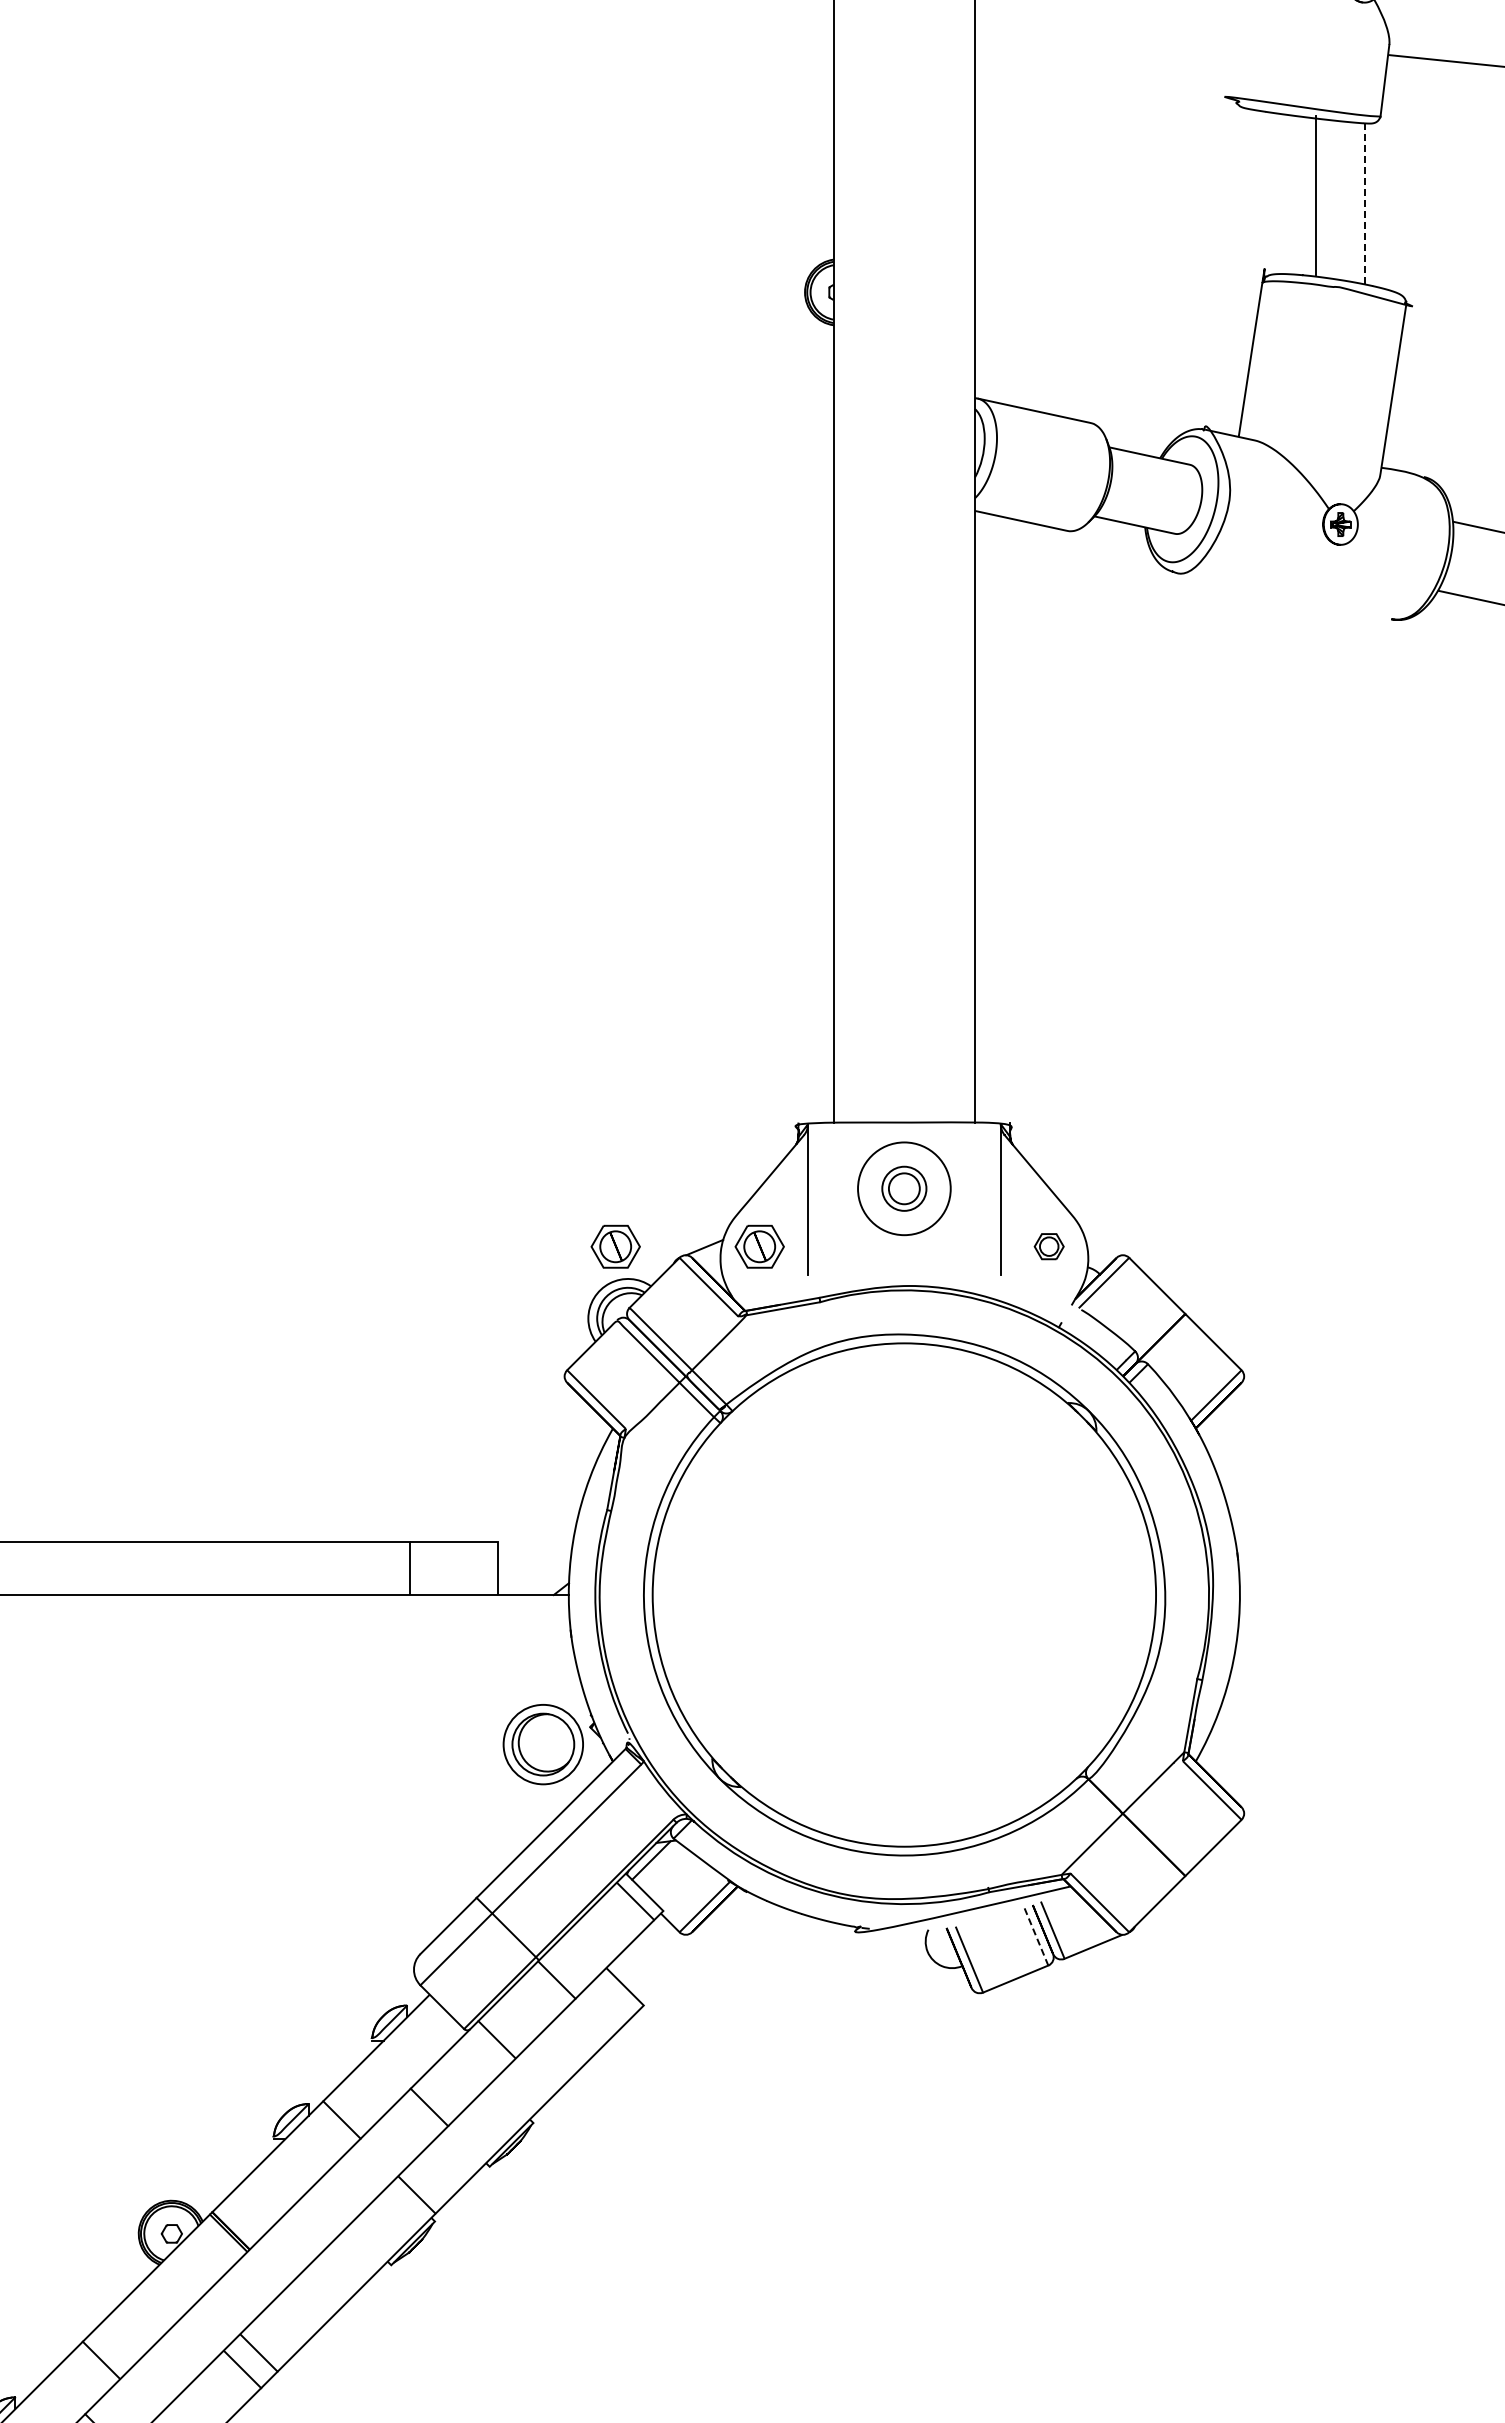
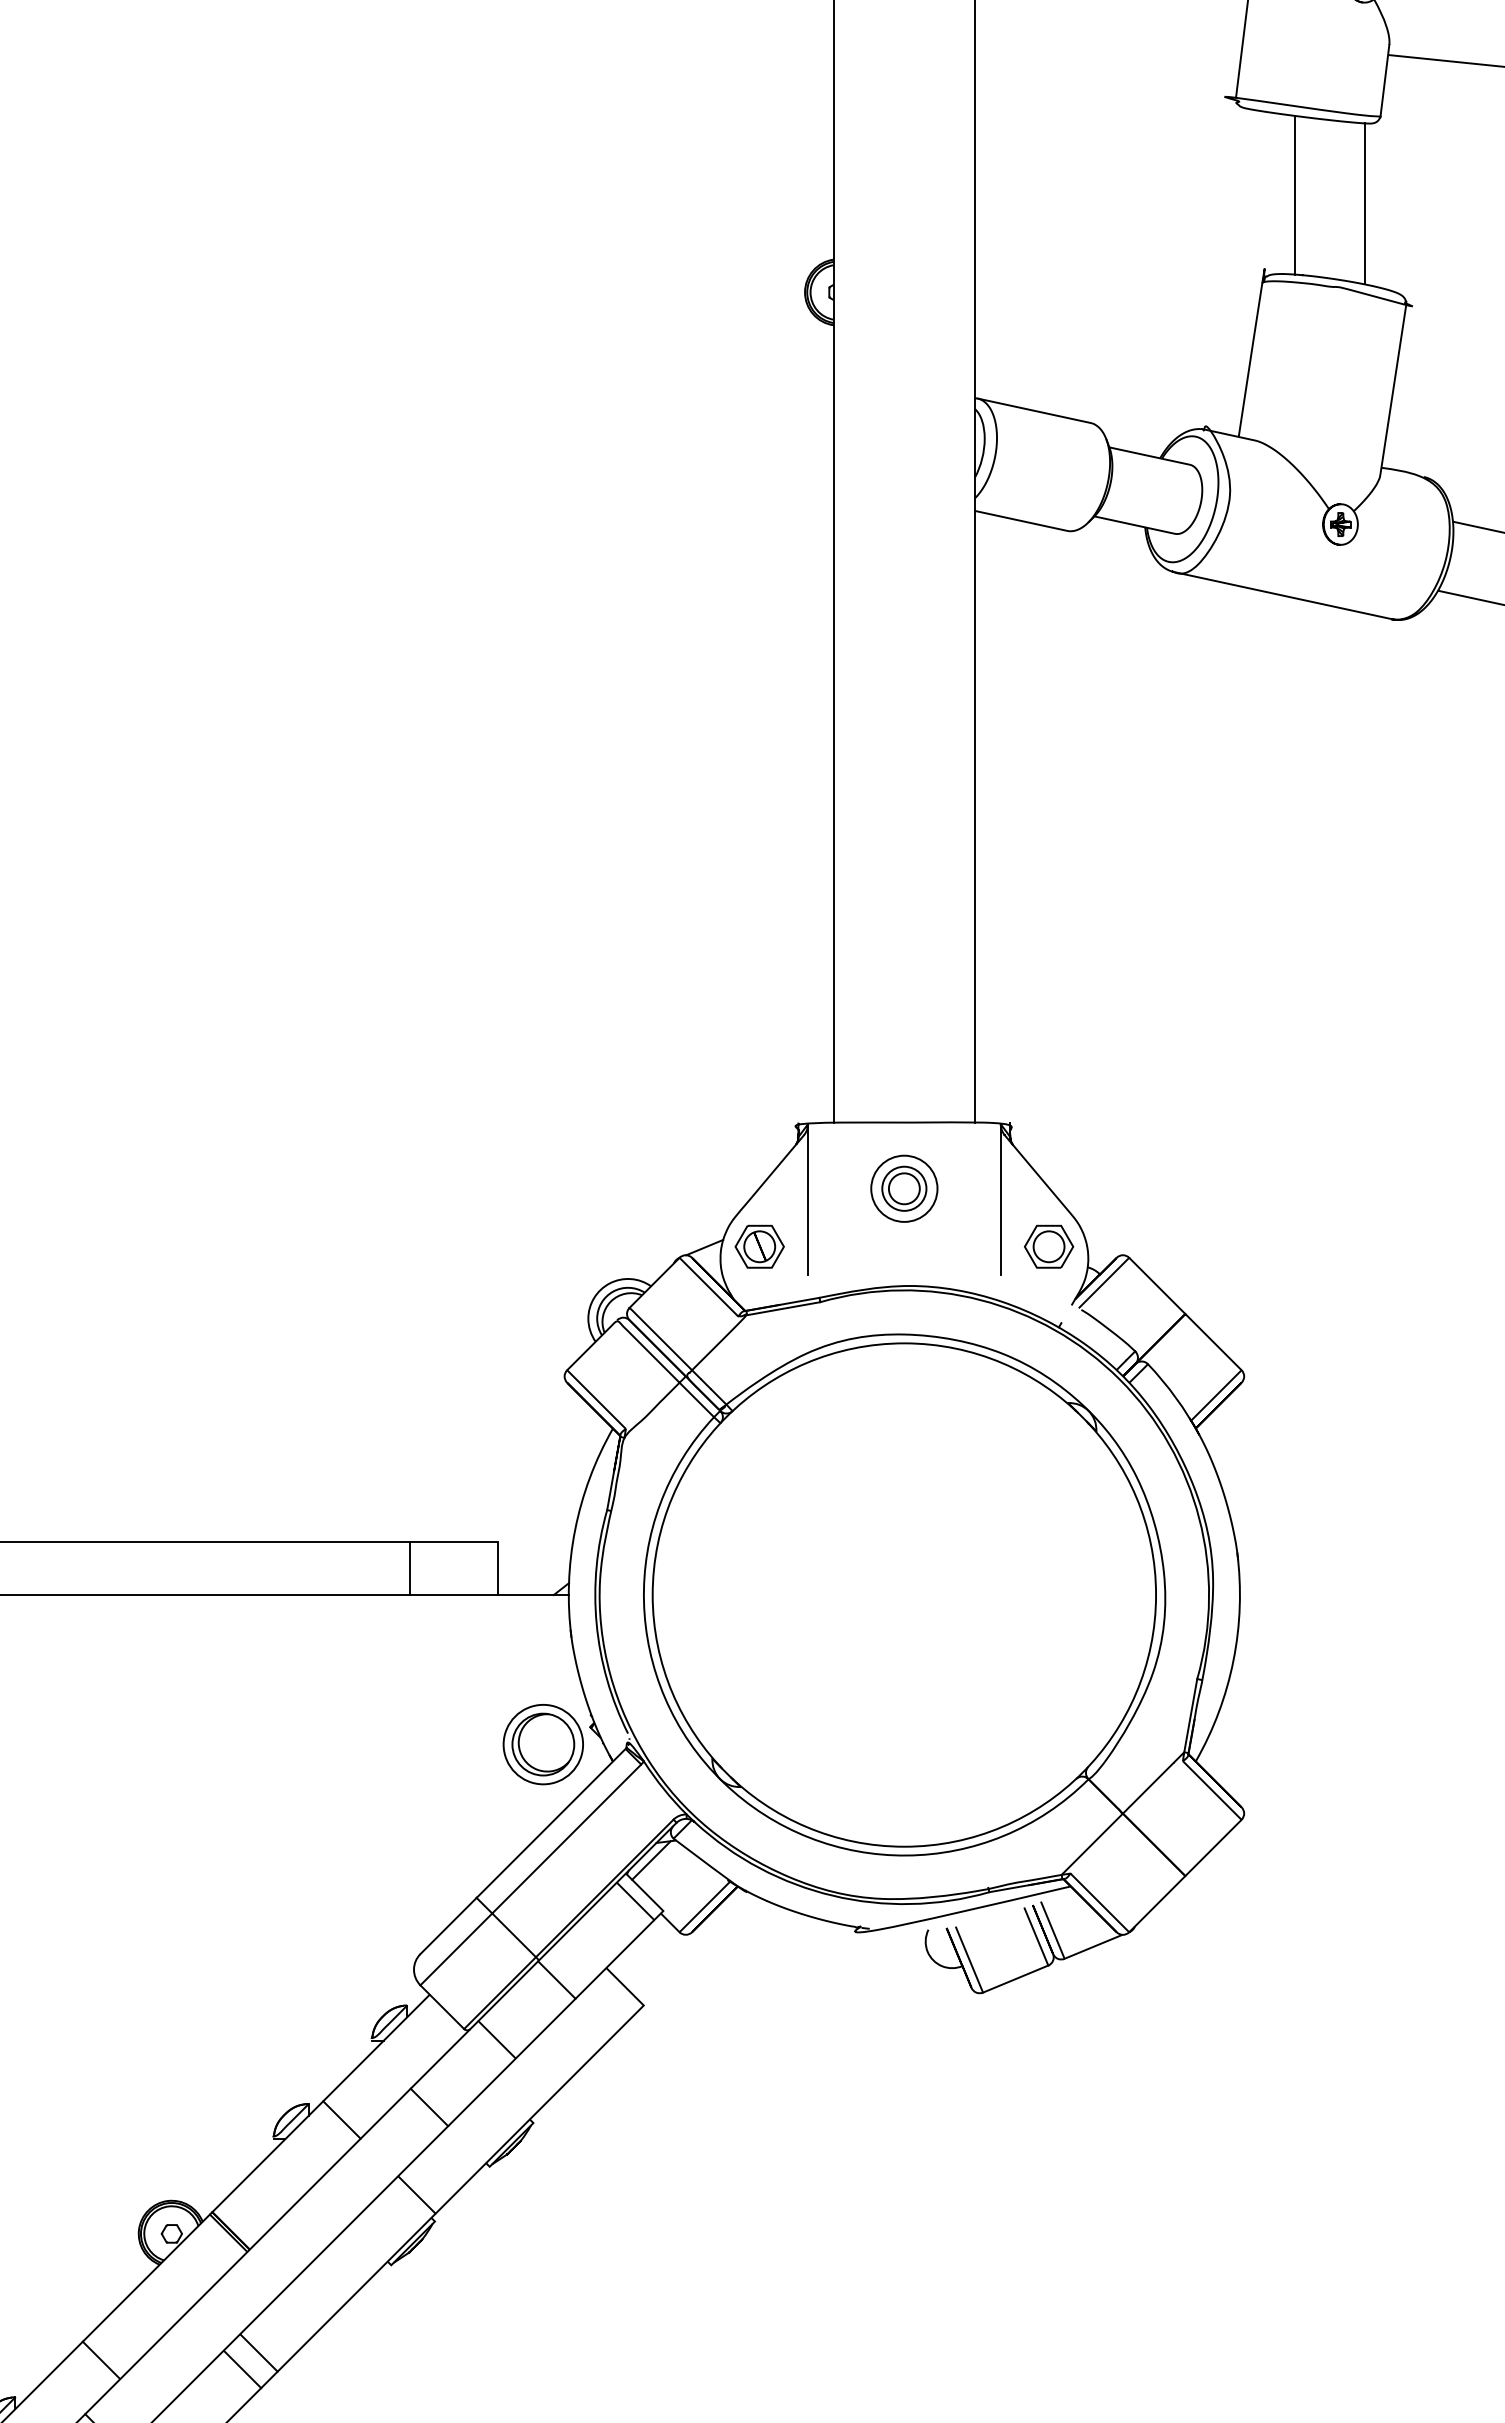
line at (1241, 49): none -> present
line at (1315, 194) position: (1315, 194) -> (1294, 194)
line at (1365, 203): dashed -> solid
line at (1283, 595): none -> present
circle at (904, 1188) diameter: 93 px -> 66 px
part at (615, 1246): present -> none
part at (1048, 1246) size: 32x28 px -> 51x45 px
line at (1036, 1936): dashed -> solid
